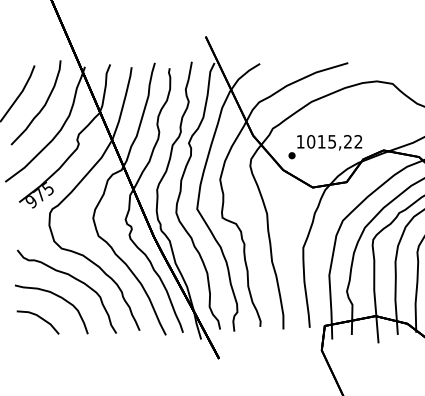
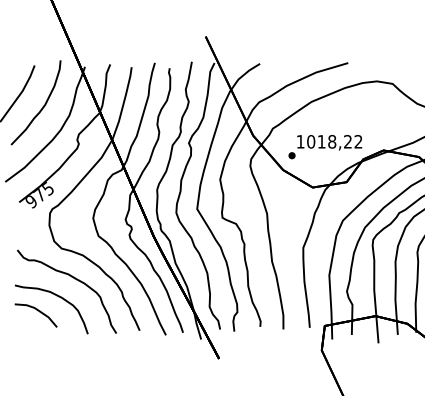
text at (332, 141): 1015,22 -> 1018,22
curve at (40, 318) position: (40, 318) -> (38, 311)
